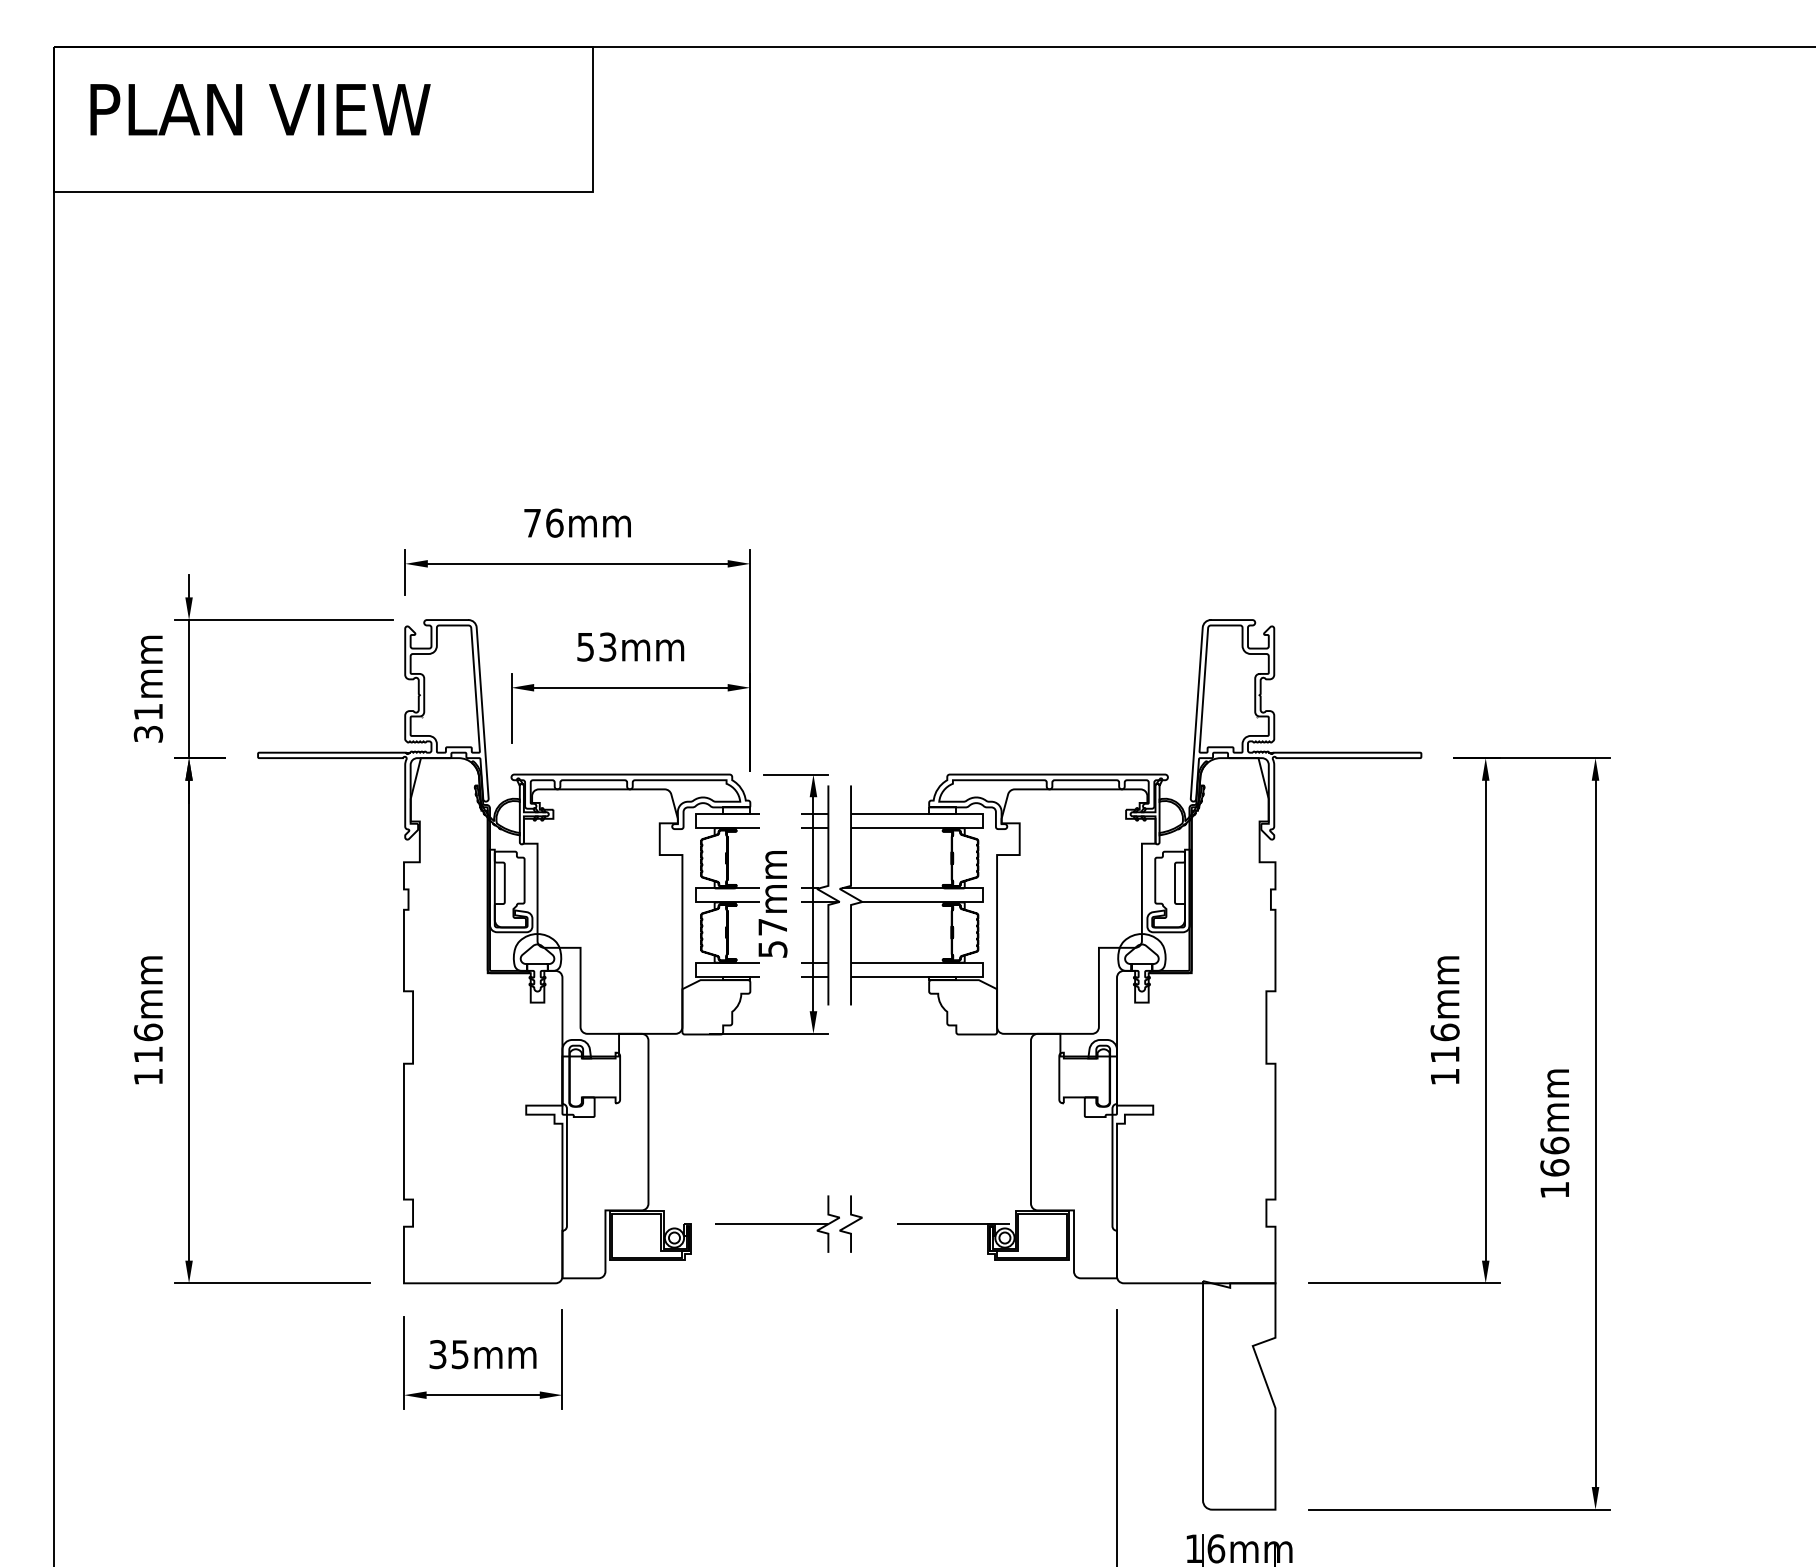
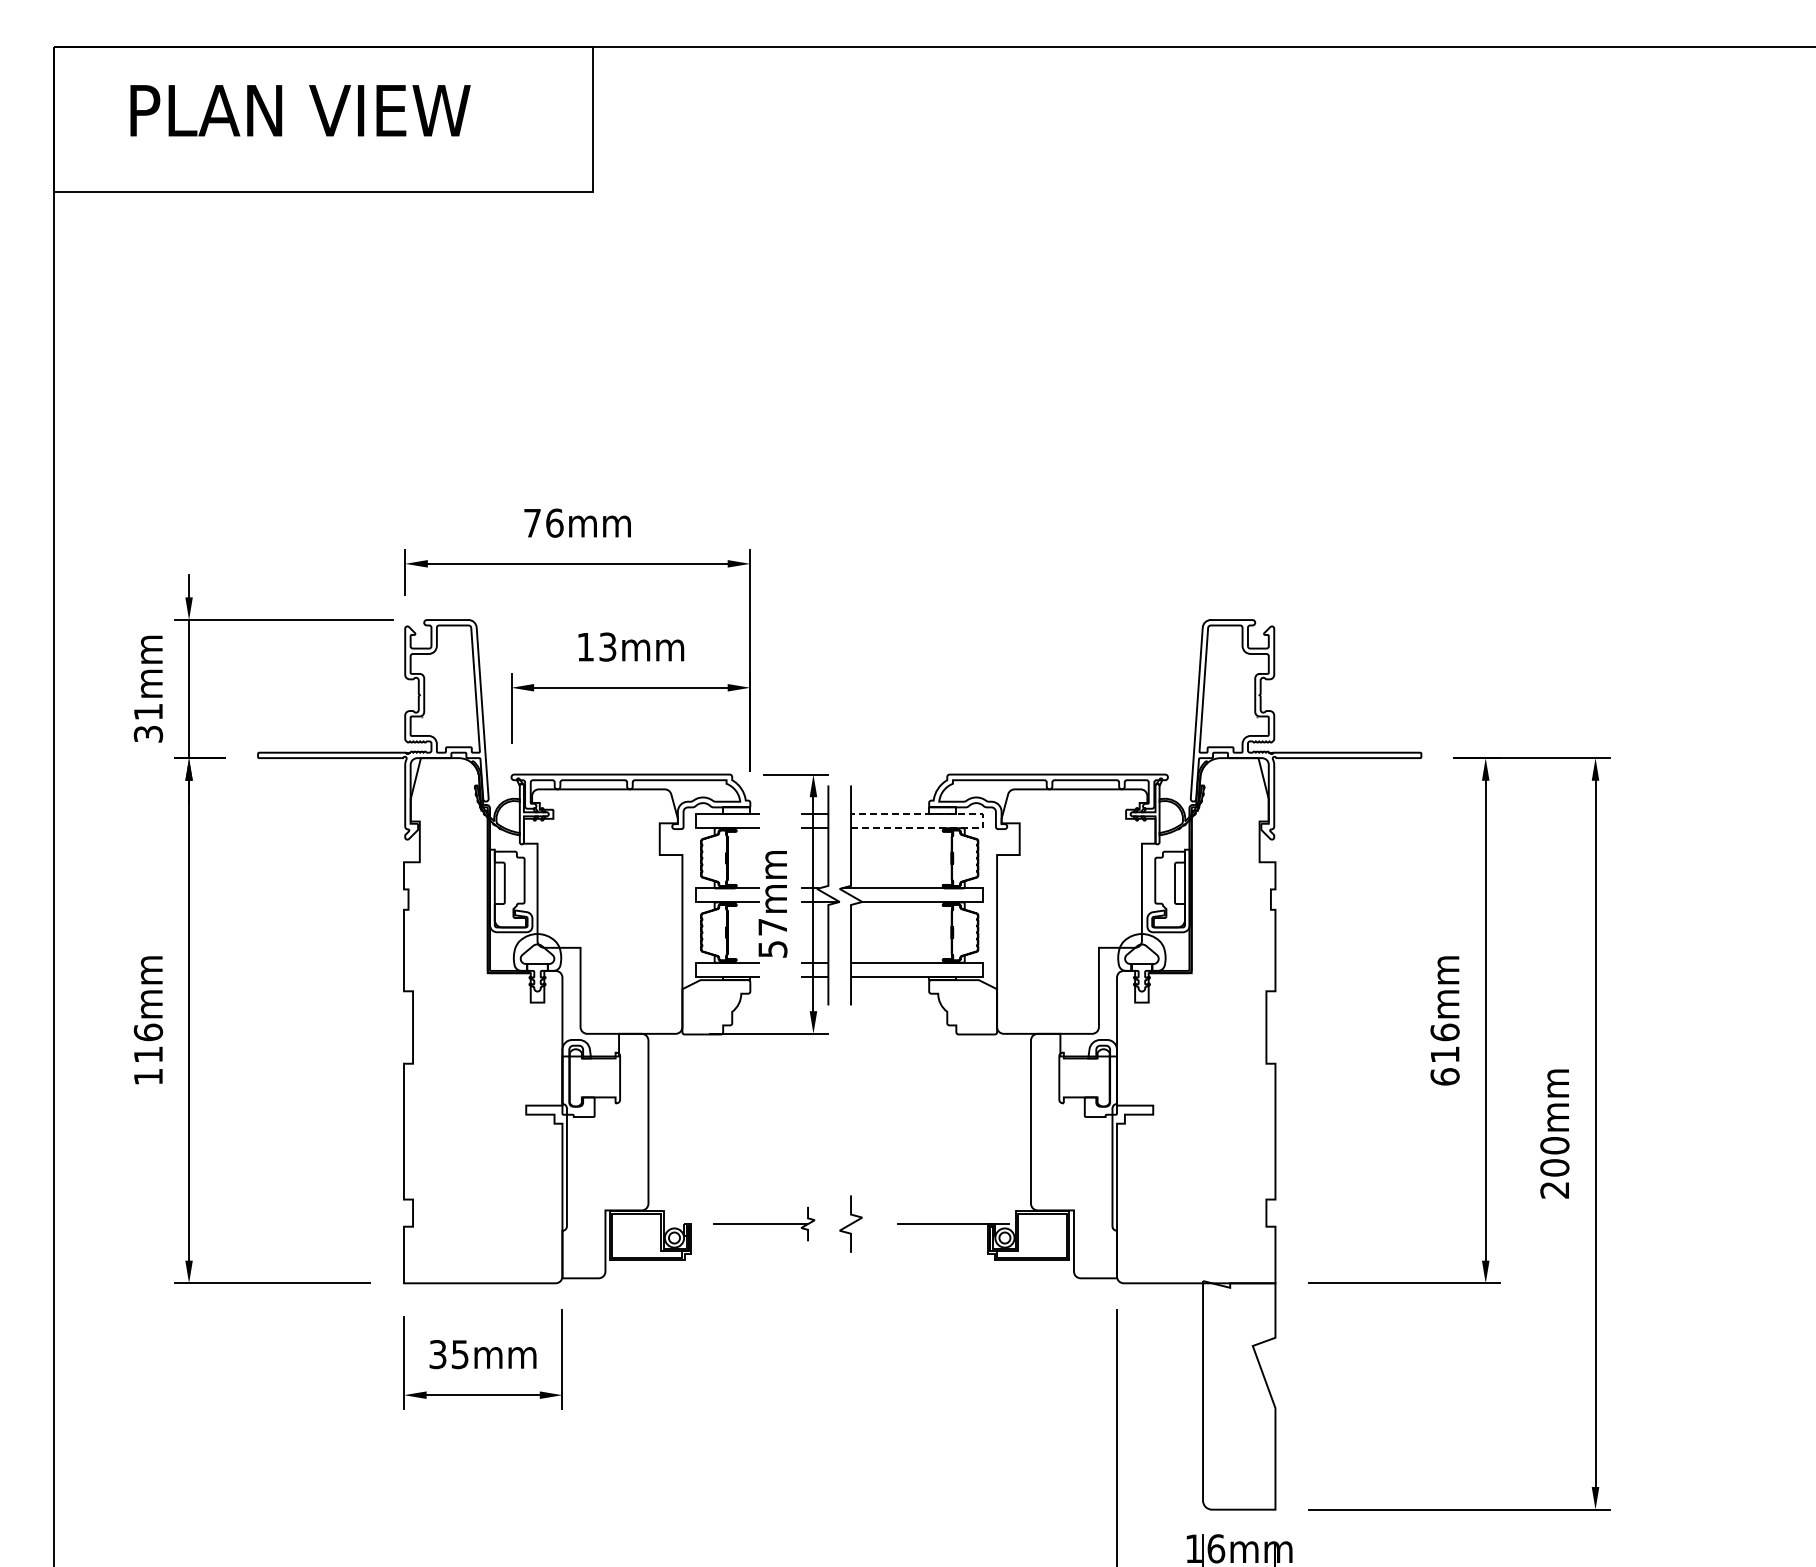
text at (260, 109) position: (260, 109) -> (300, 110)
text at (585, 647): 53mm -> 13mm
line at (983, 820): solid -> dashed
text at (1444, 1076): 116mm -> 616mm
text at (1554, 1167): 166mm -> 200mm
part at (777, 1223) size: 125x58 px -> 82x36 px
